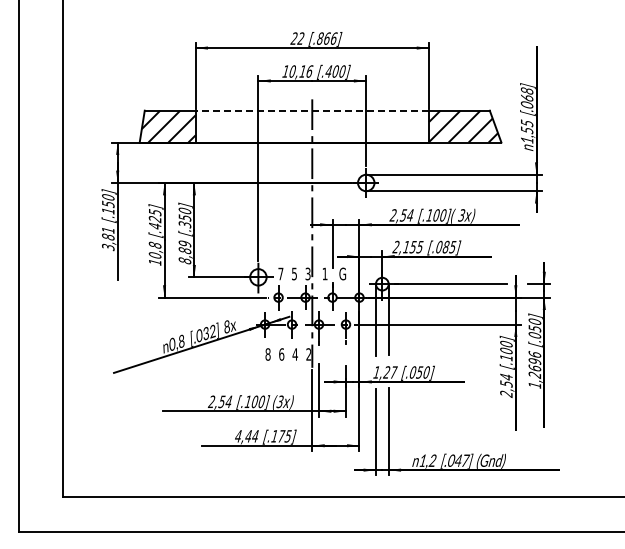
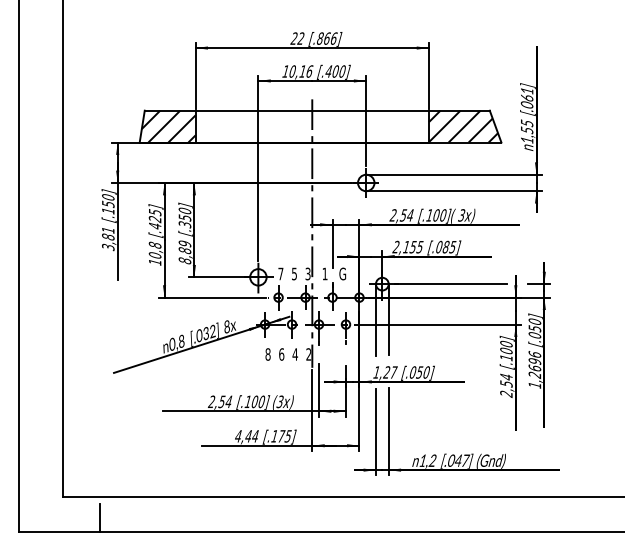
text at (526, 90): [.068] -> [.061]
line at (312, 110): dashed -> solid
line at (100, 518): none -> present
